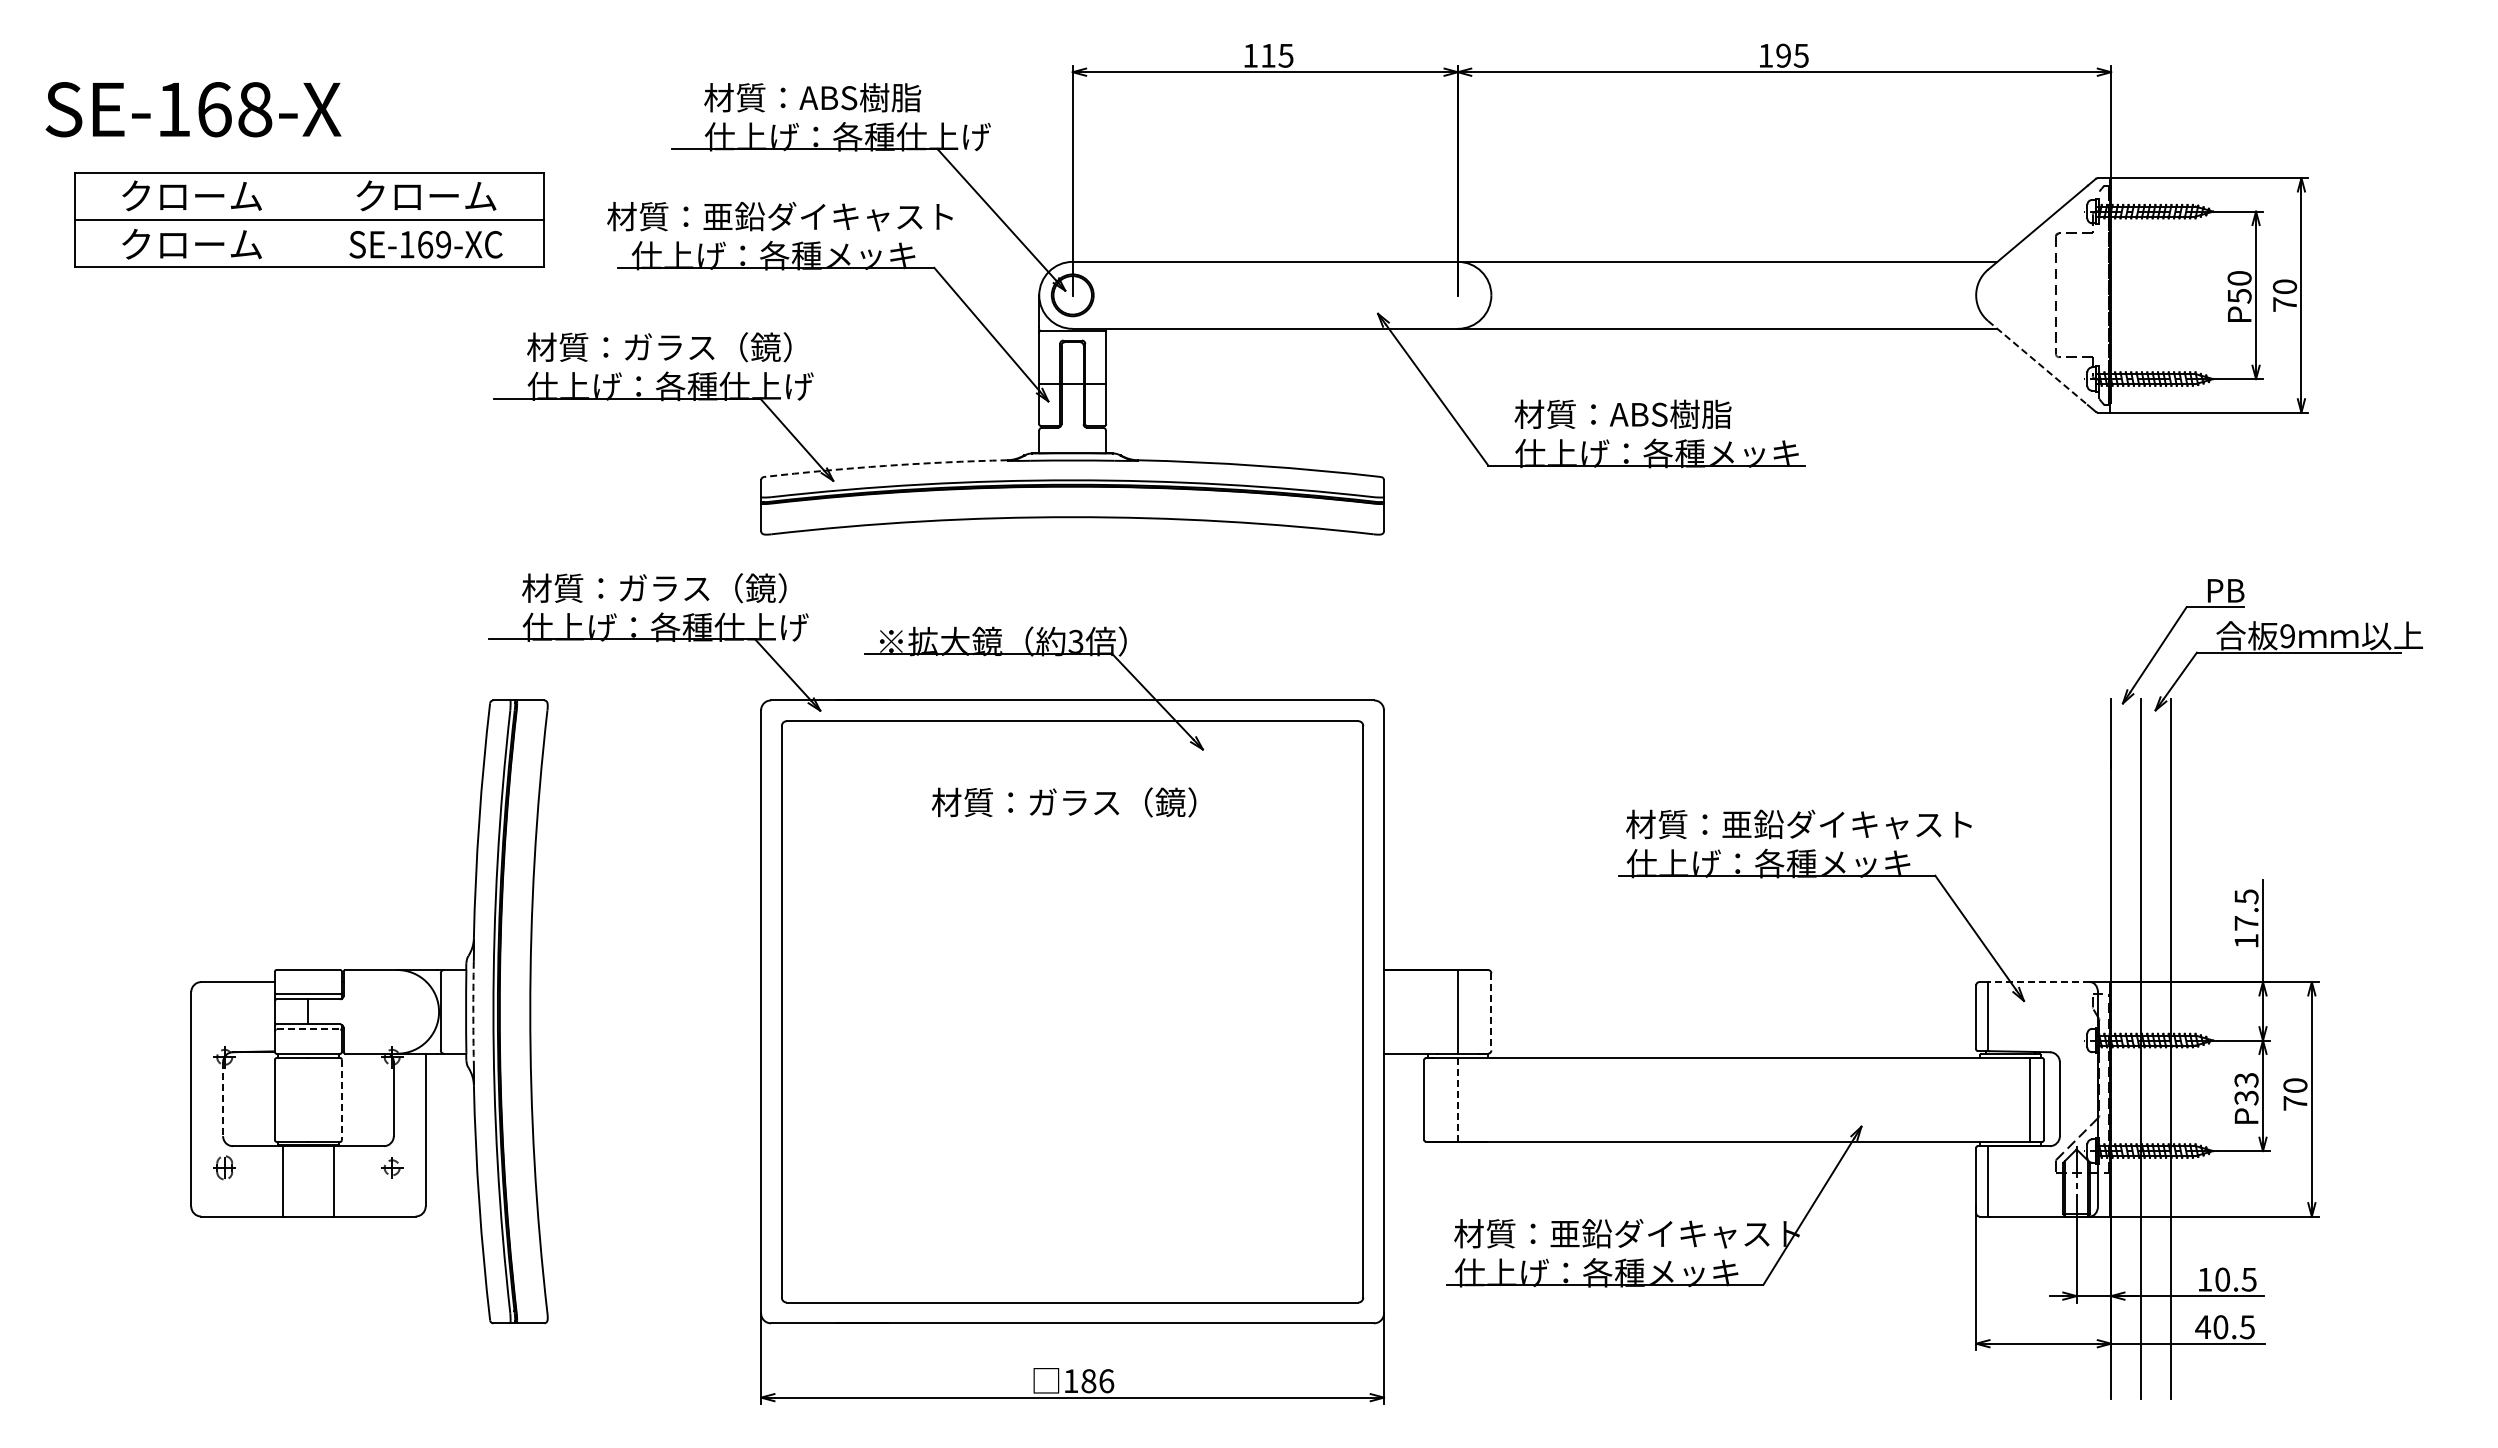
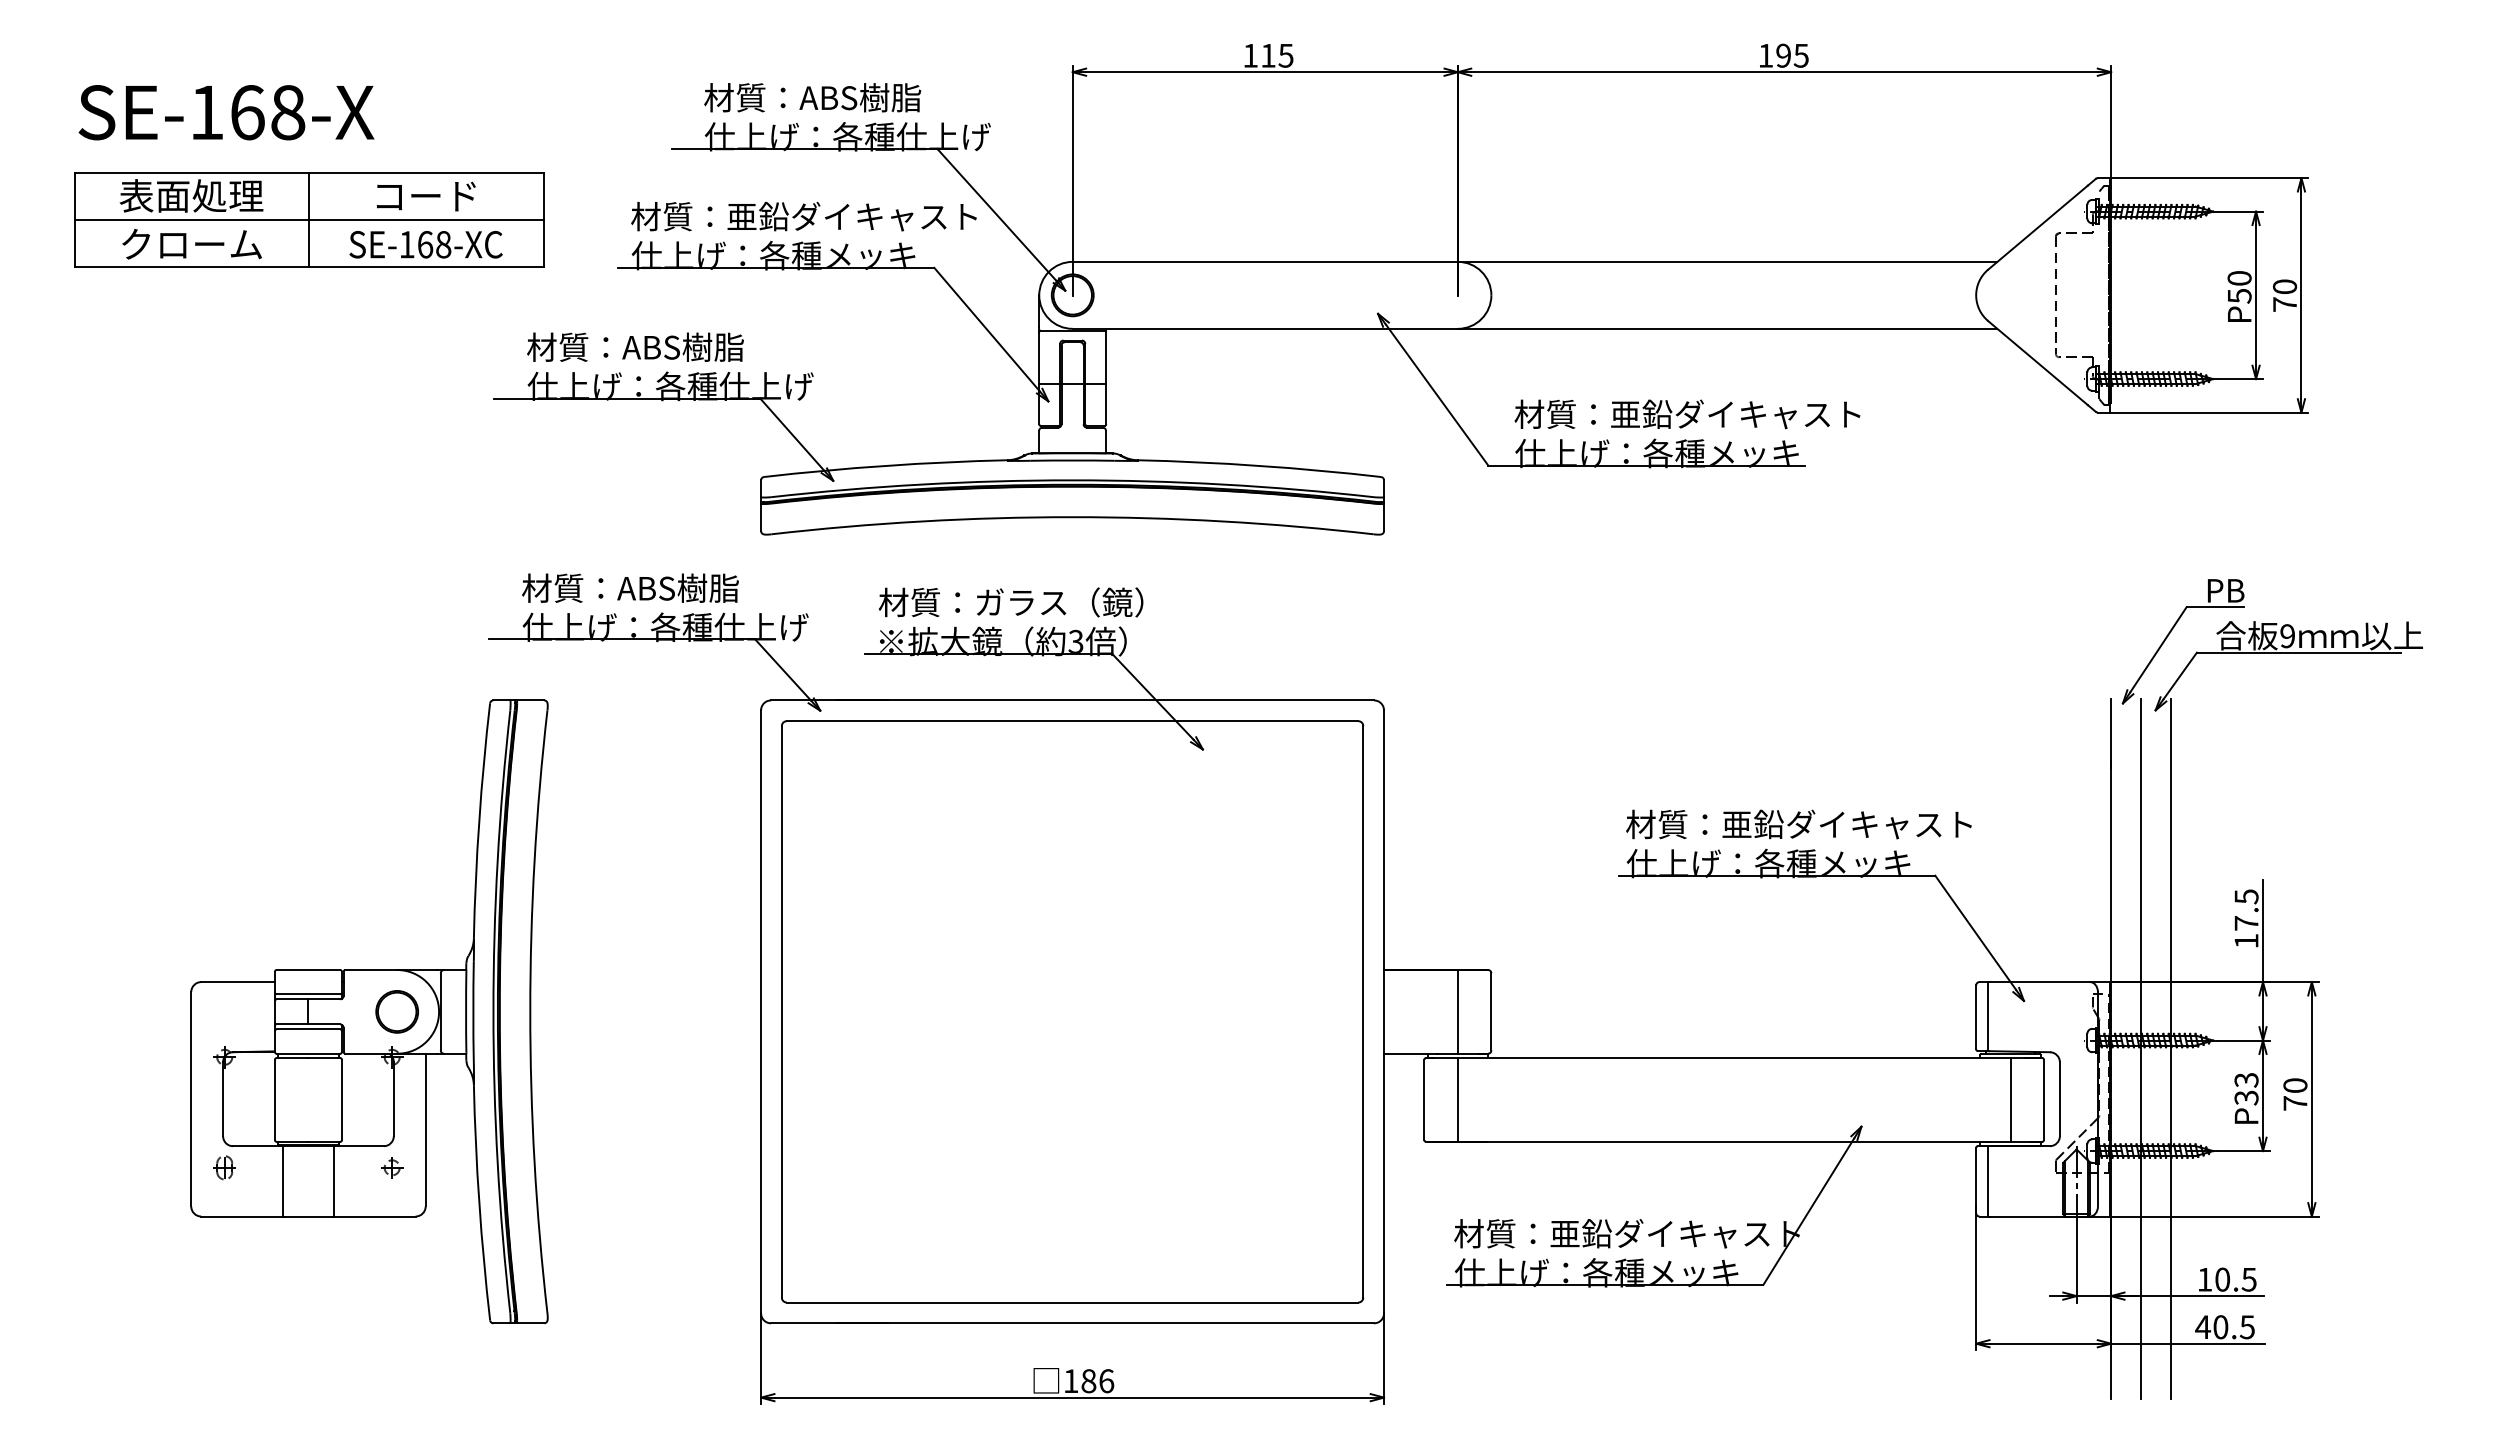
text at (193, 109) position: (193, 109) -> (226, 112)
text at (191, 195): クローム -> 表面処理
text at (426, 195): クローム -> コード
text at (779, 216) position: (779, 216) -> (803, 216)
line at (309, 219): none -> present
text at (443, 244): SE-169-XC -> SE-168-XC
text at (706, 347): 材質：ガラス（鏡） -> 材質：ABS樹脂
line at (2038, 363): dashed -> solid
text at (1734, 414): 材質：ABS樹脂 -> 材質：亜鉛ダイキャスト
arc at (885, 465): dashed -> solid
text at (701, 588): 材質：ガラス（鏡） -> 材質：ABS樹脂
text at (1063, 802) position: (1063, 802) -> (1010, 602)
line at (2040, 982): dashed -> solid
part at (396, 1011): none -> present
arc at (473, 1011): dashed -> solid
line at (1491, 1011): dashed -> solid
line at (308, 1029): dashed -> solid
line at (223, 1099): dashed -> solid
line at (1457, 1099): dashed -> solid
line at (2029, 1099) position: (2029, 1099) -> (2010, 1099)
line at (341, 1100): dashed -> solid
